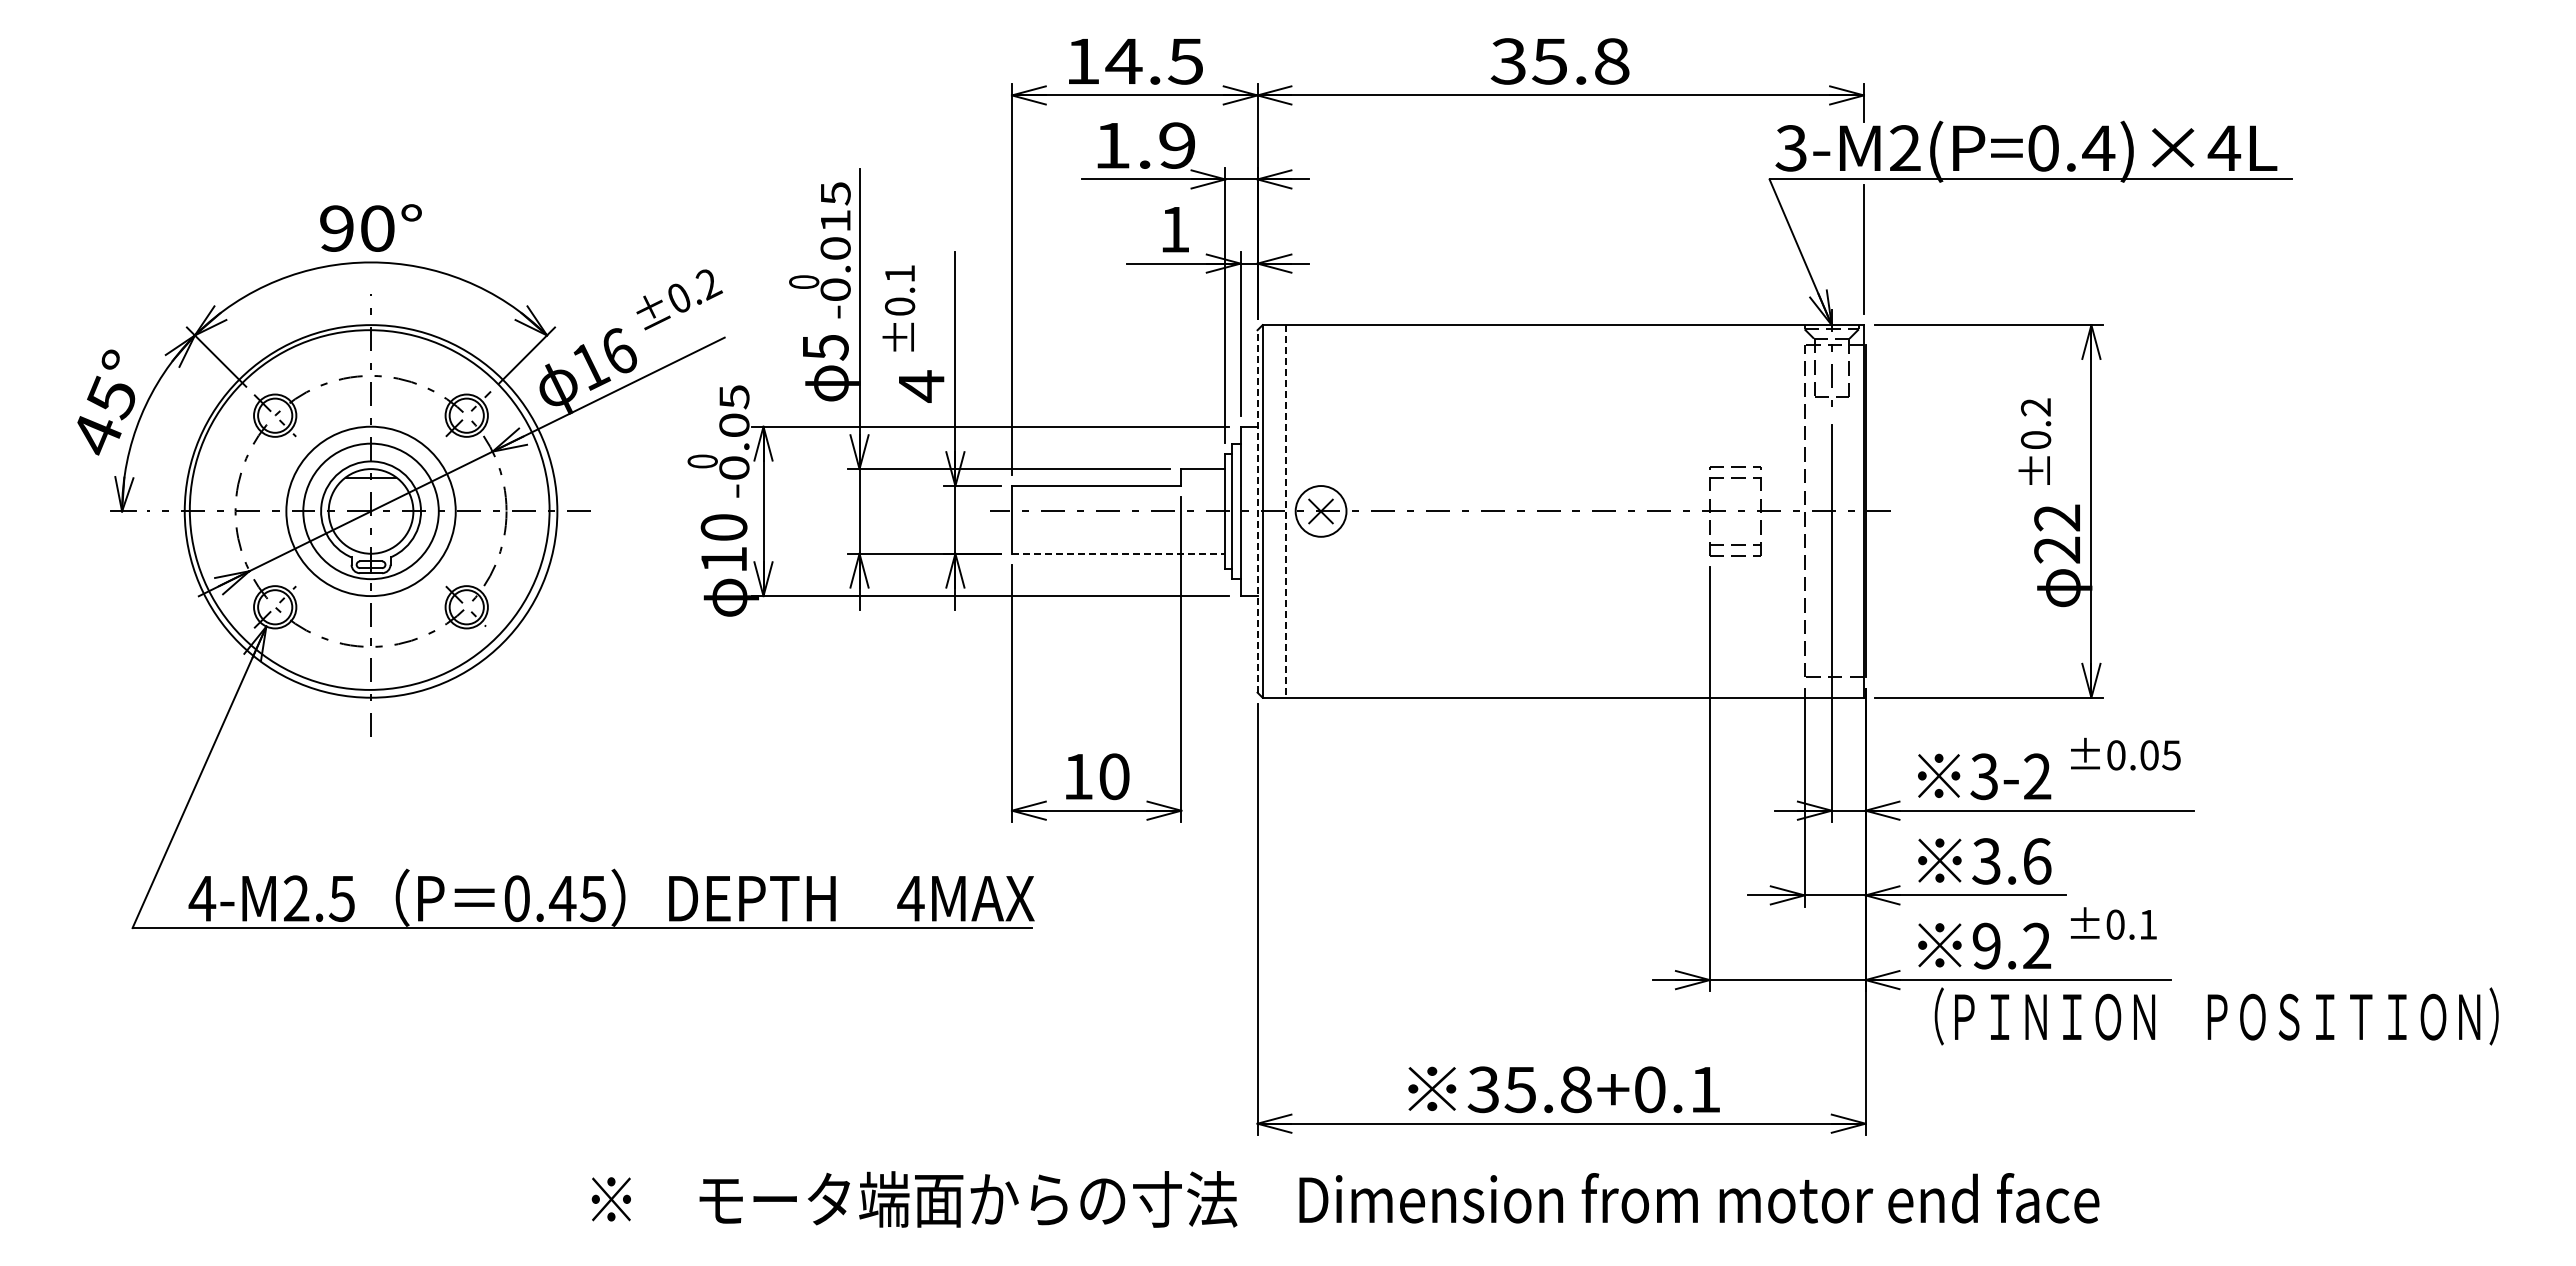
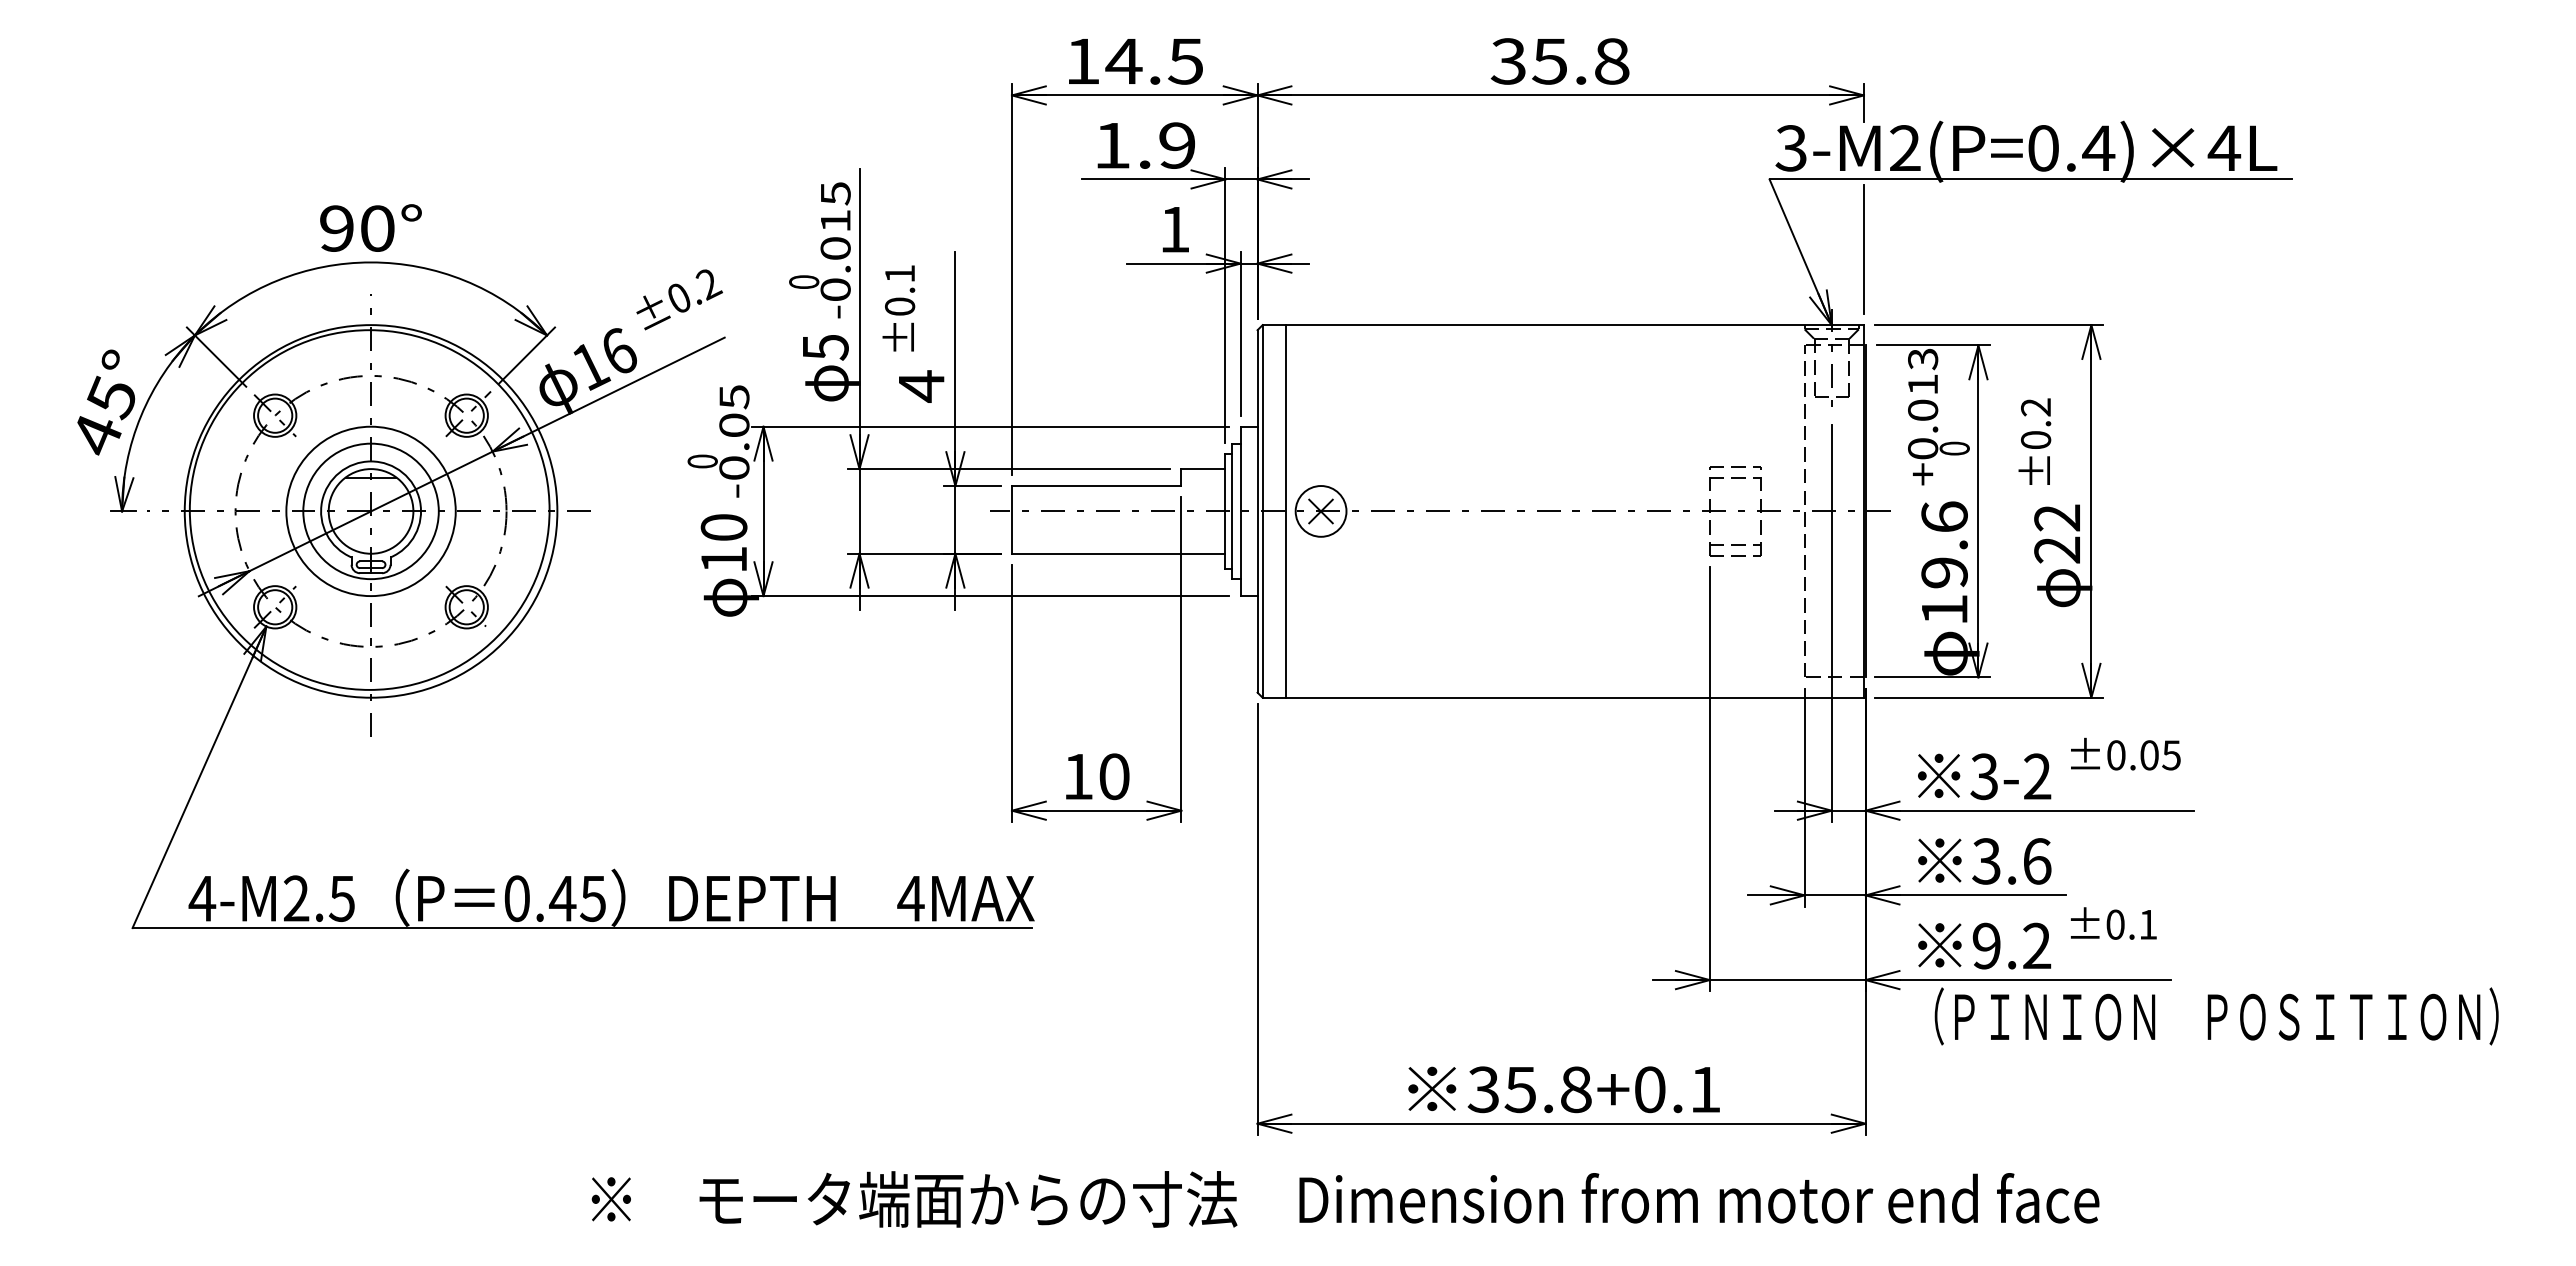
line at (1257, 510): dashed -> solid
line at (1286, 511): dashed -> solid
part at (1932, 511): none -> present
line at (1118, 553): dashed -> solid
